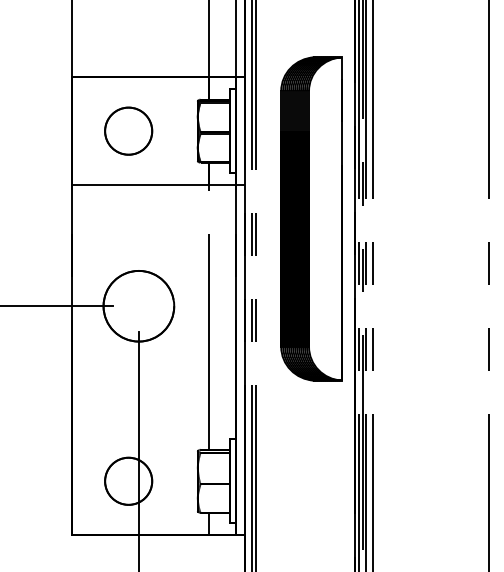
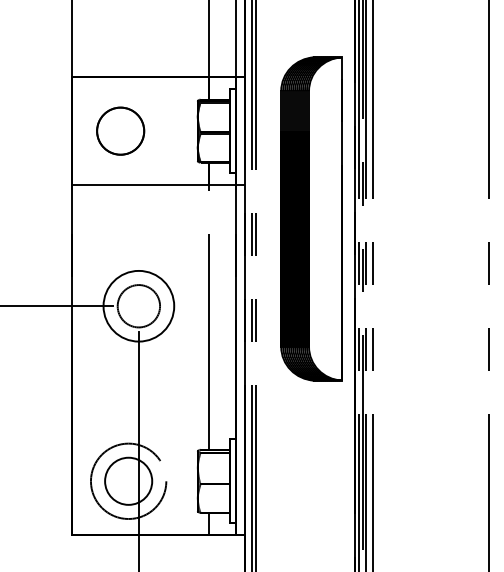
circle at (128, 130) position: (128, 130) -> (120, 130)
circle at (138, 305) diameter: 71 px -> 42 px
circle at (128, 480) diameter: 47 px -> 75 px
